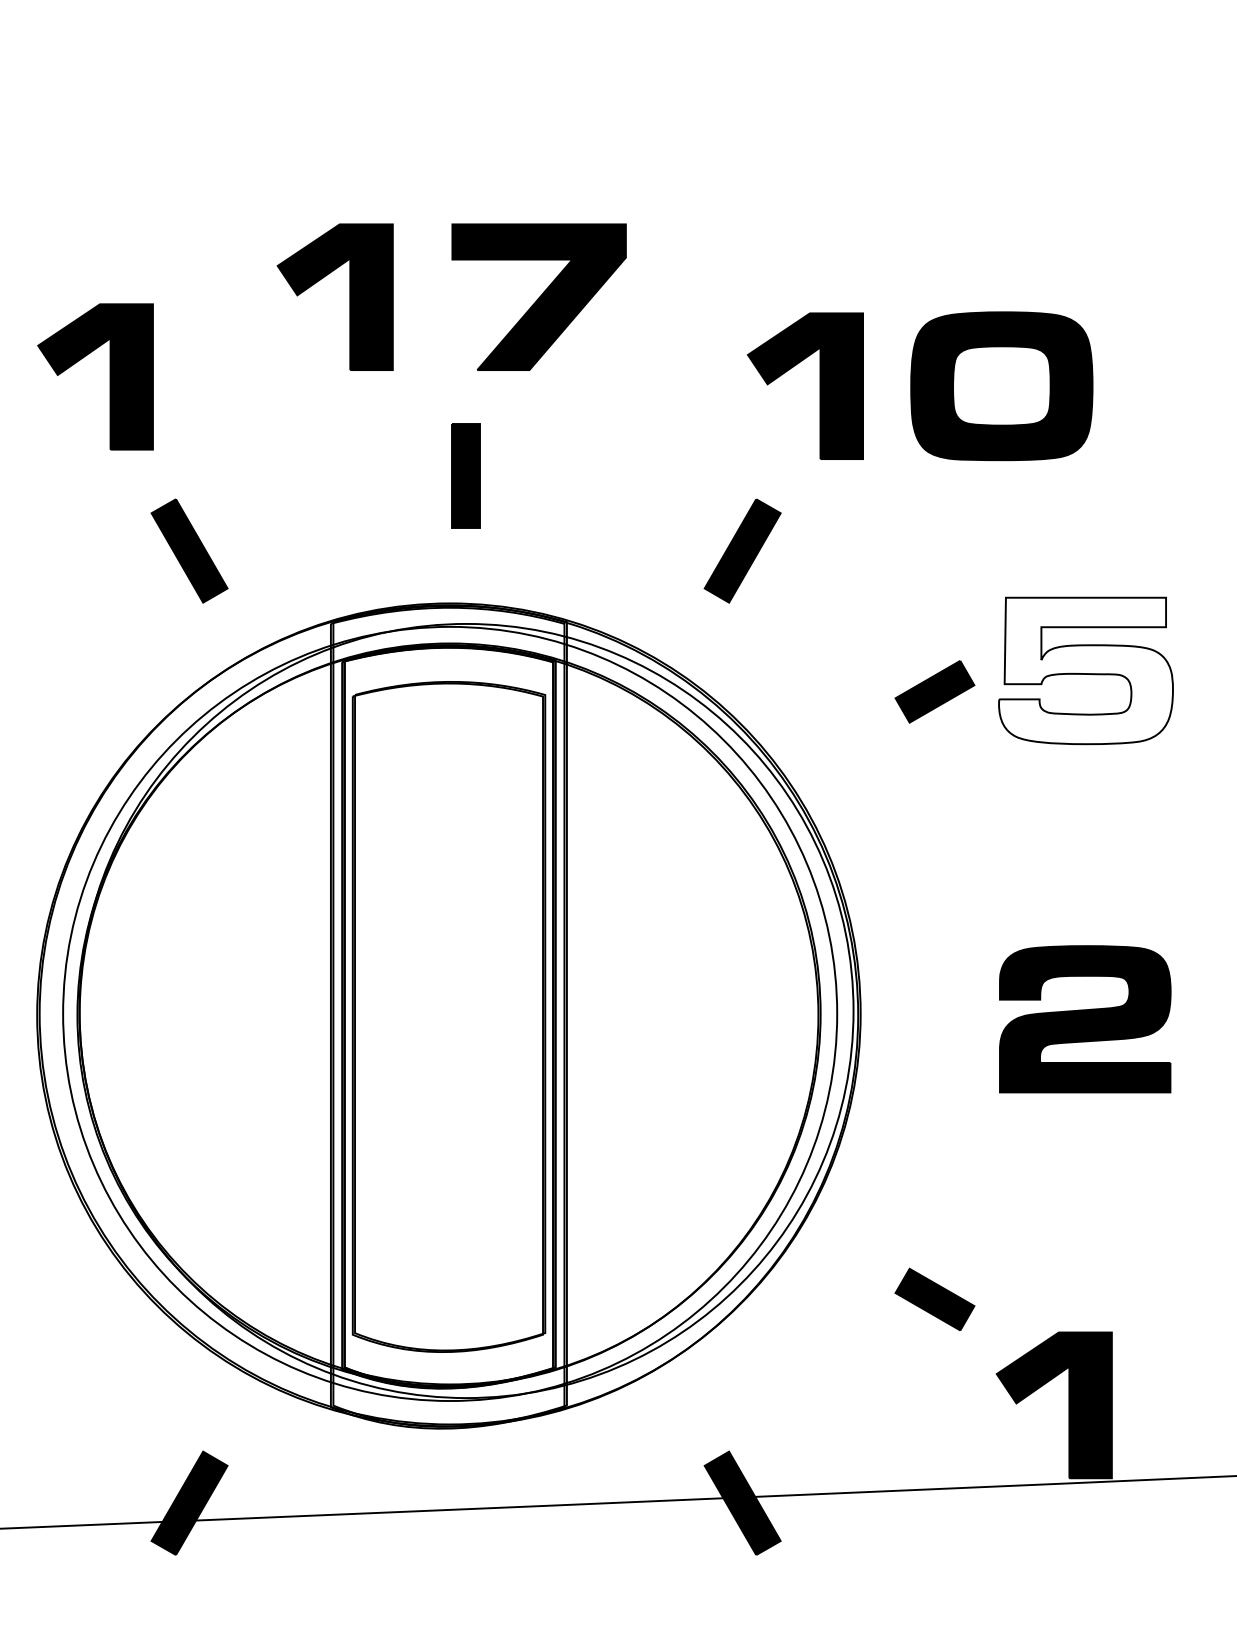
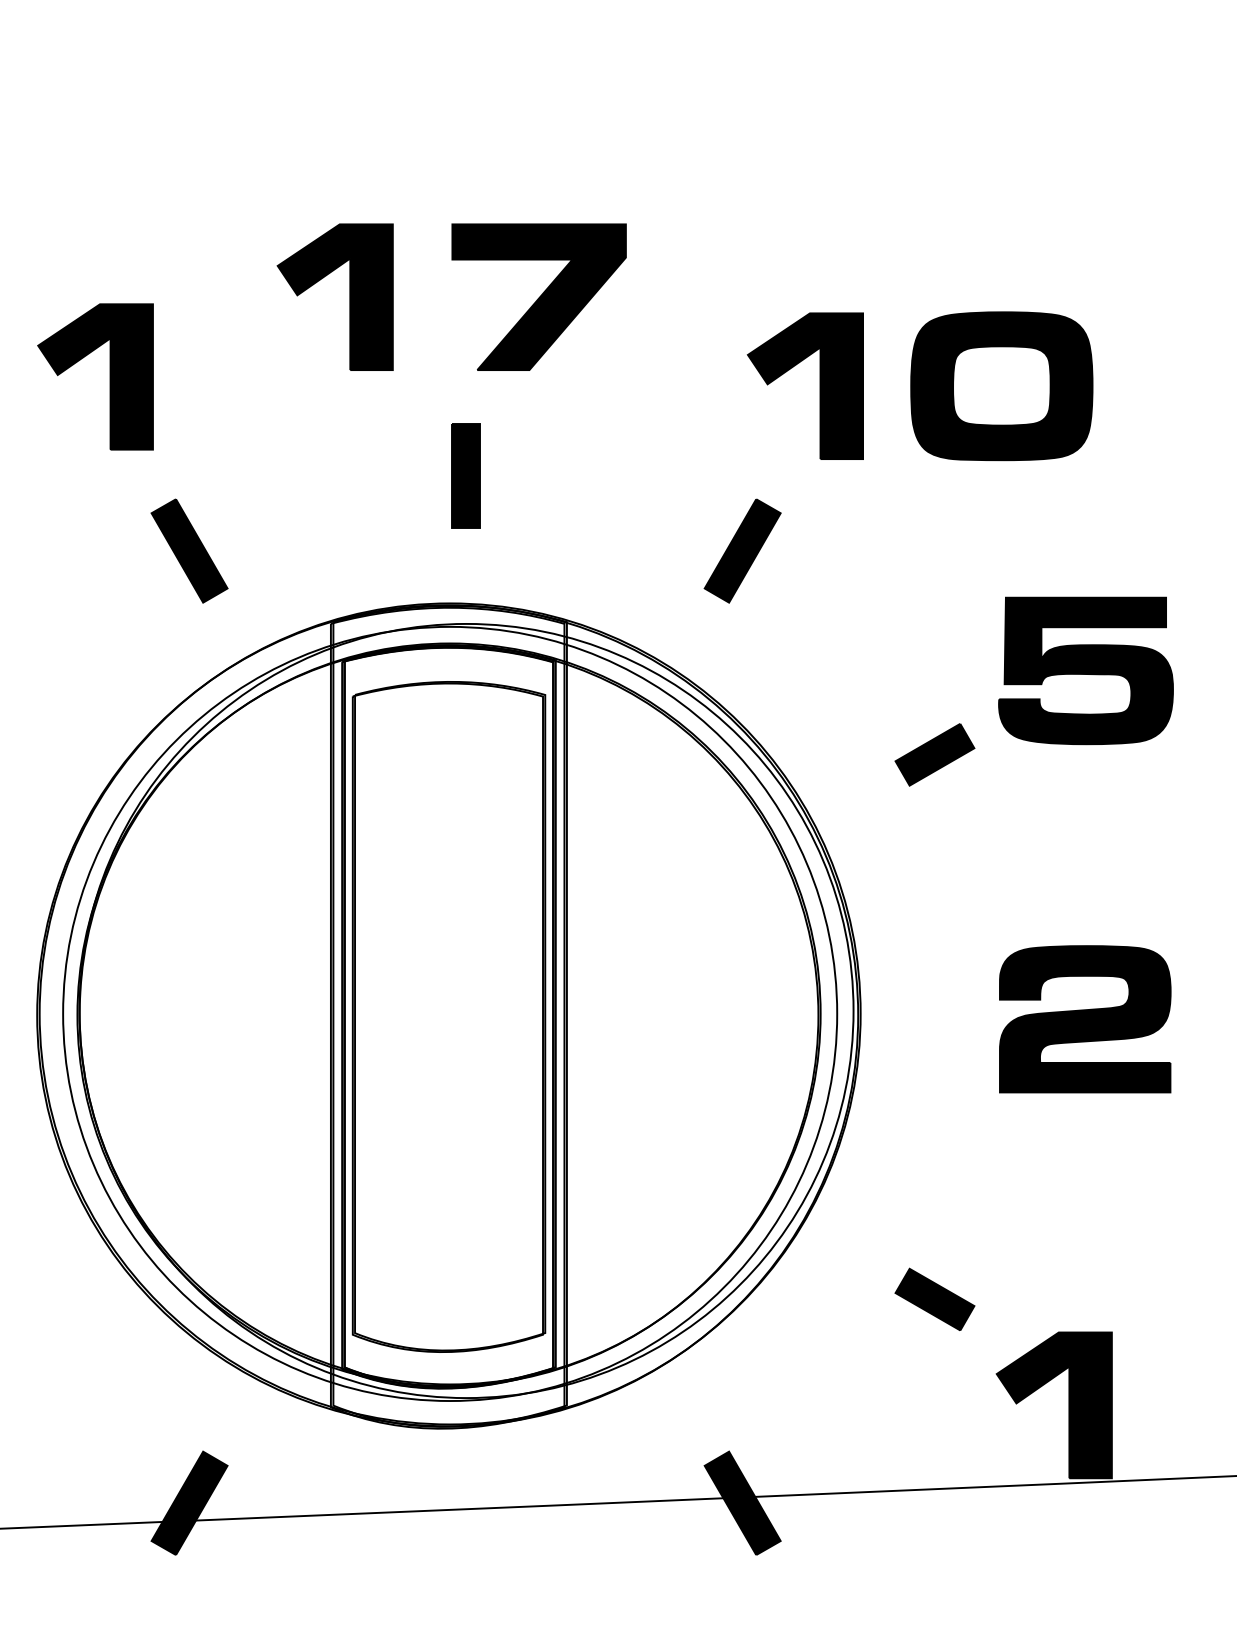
fill at (1085, 670): none -> present
part at (934, 691) position: (934, 691) -> (934, 754)
